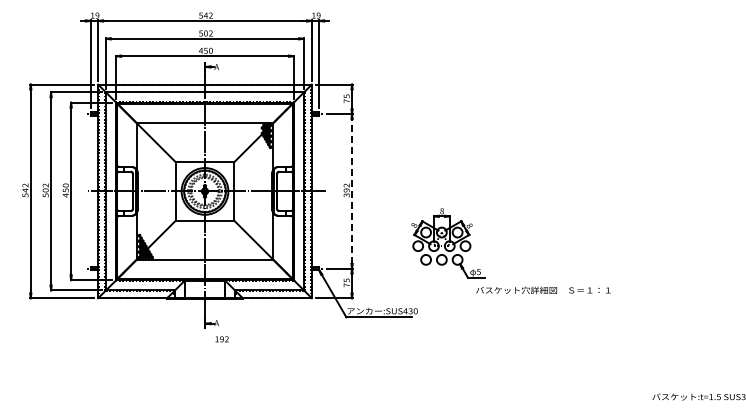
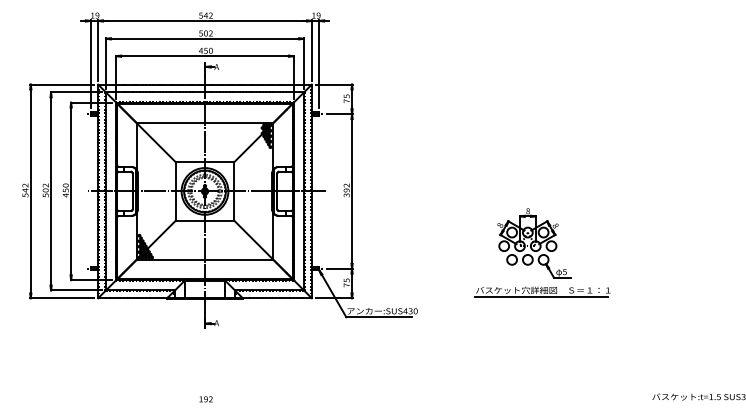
line at (352, 191): dashed -> solid
part at (448, 243) position: (448, 243) -> (534, 243)
line at (541, 296): none -> present
text at (221, 339) position: (221, 339) -> (205, 399)
